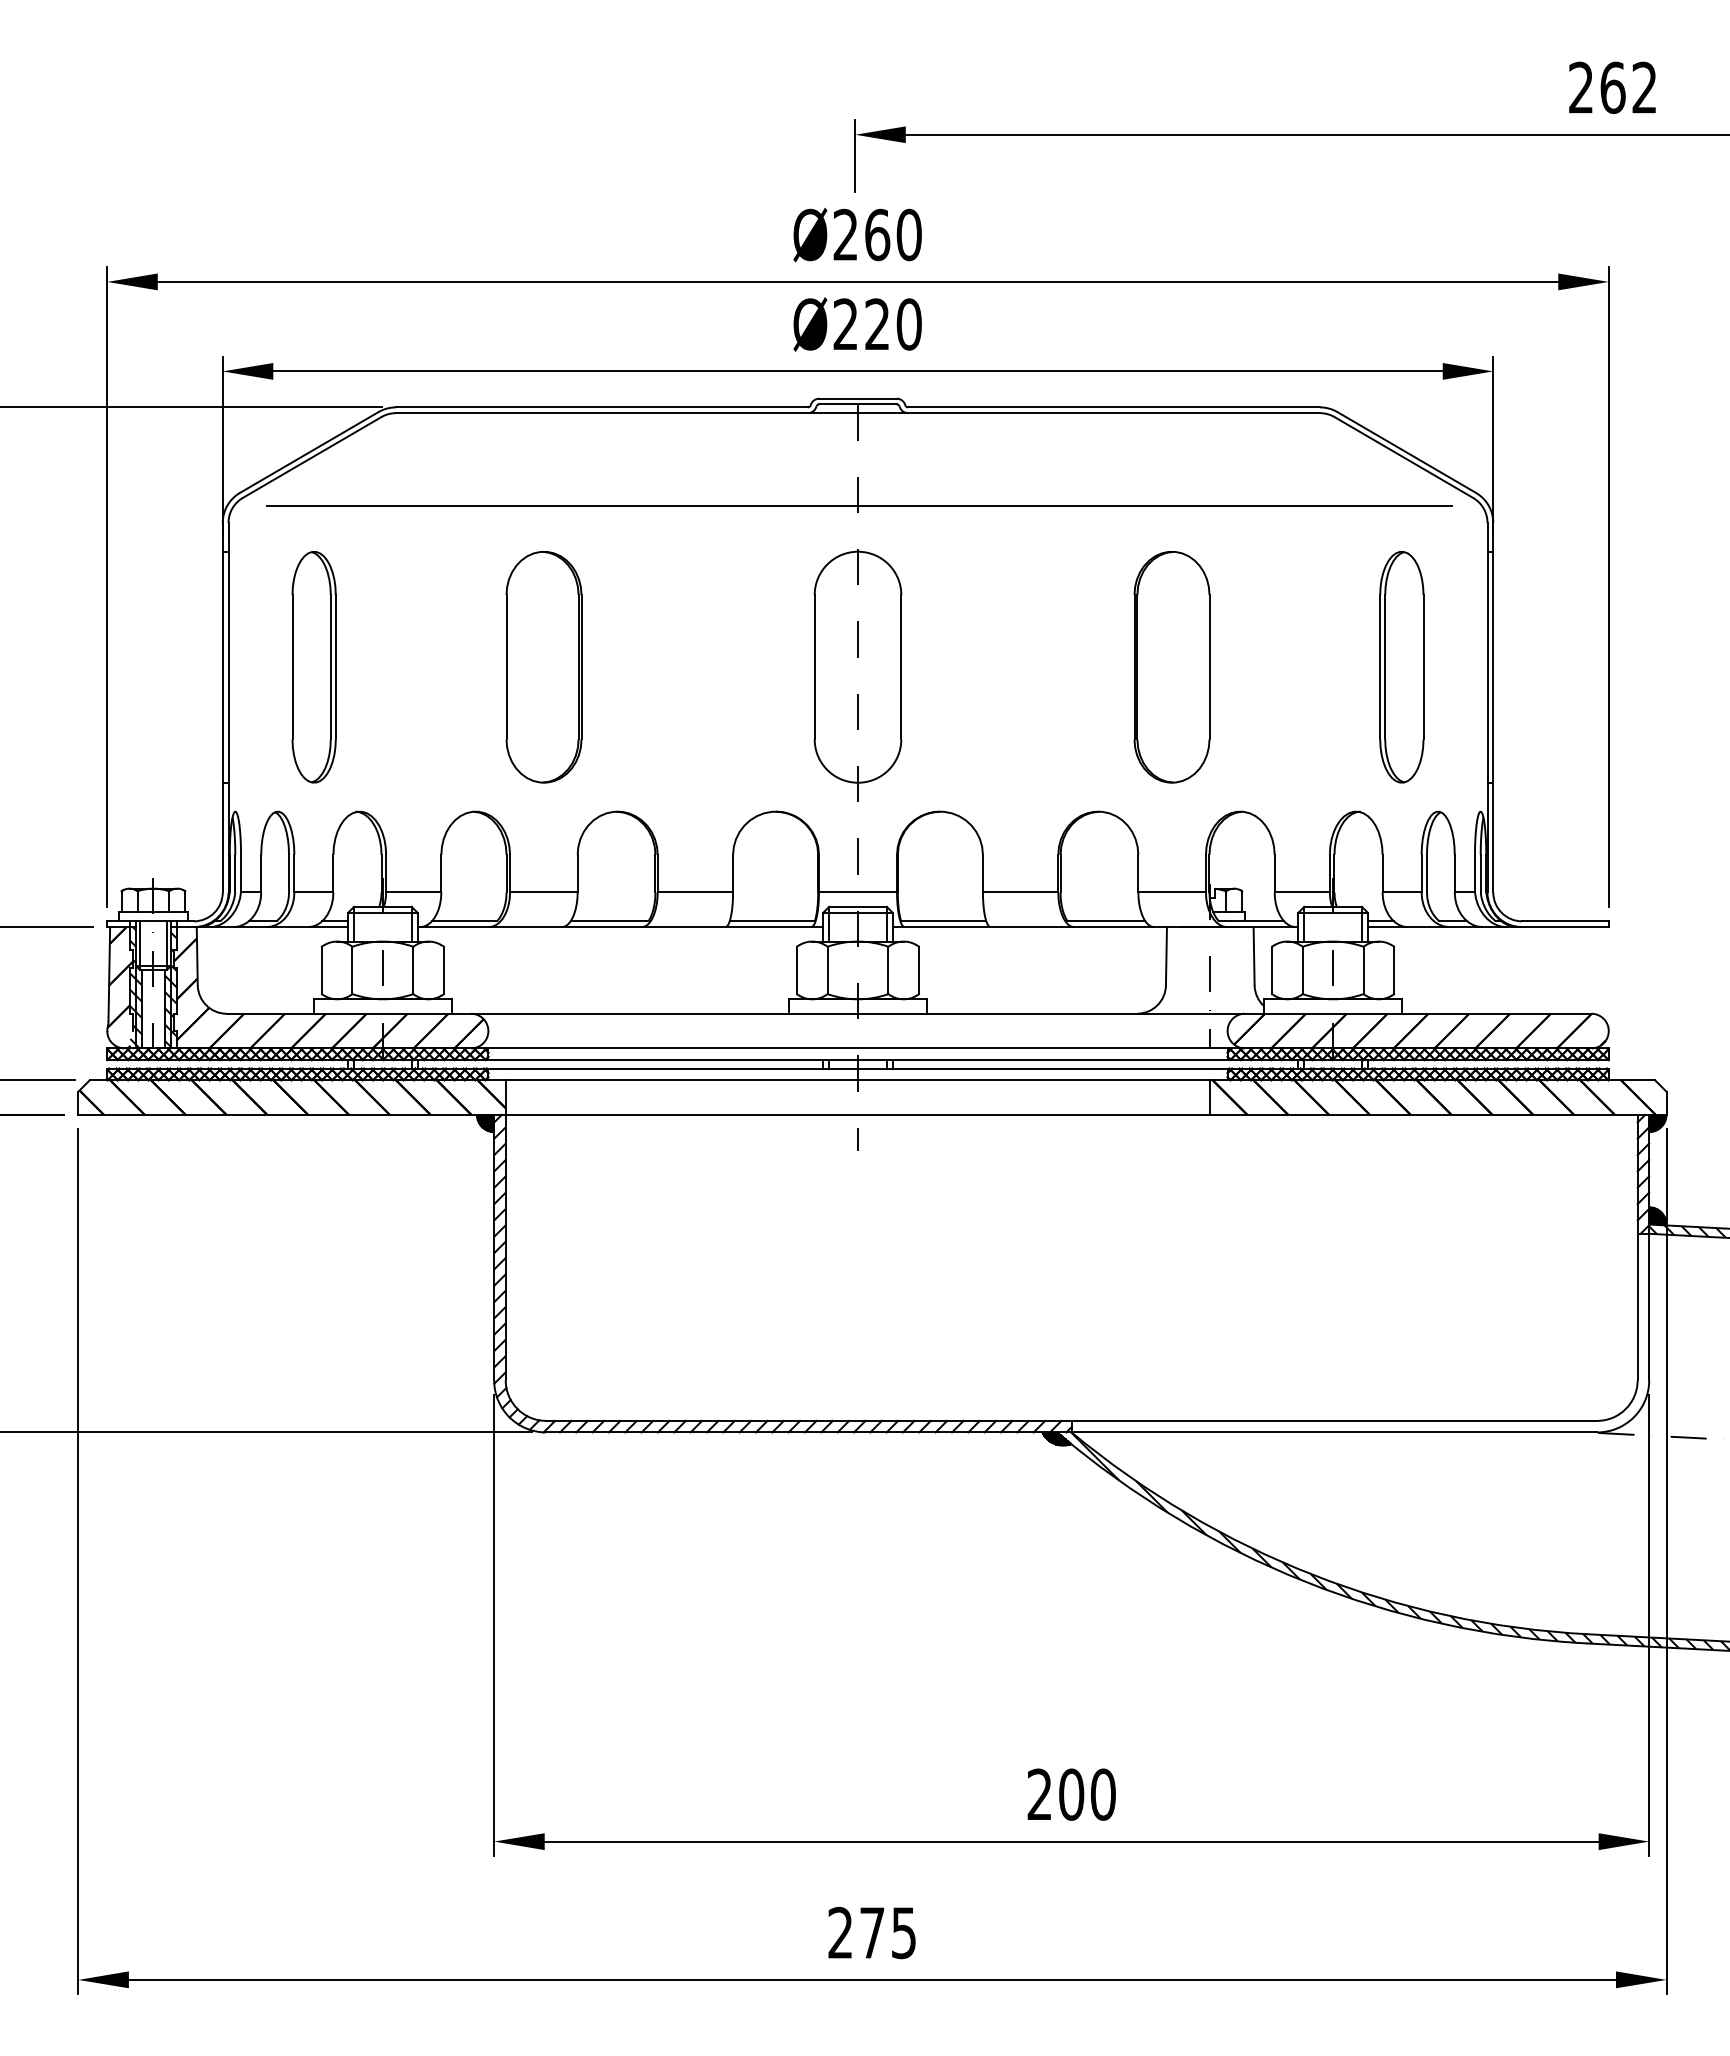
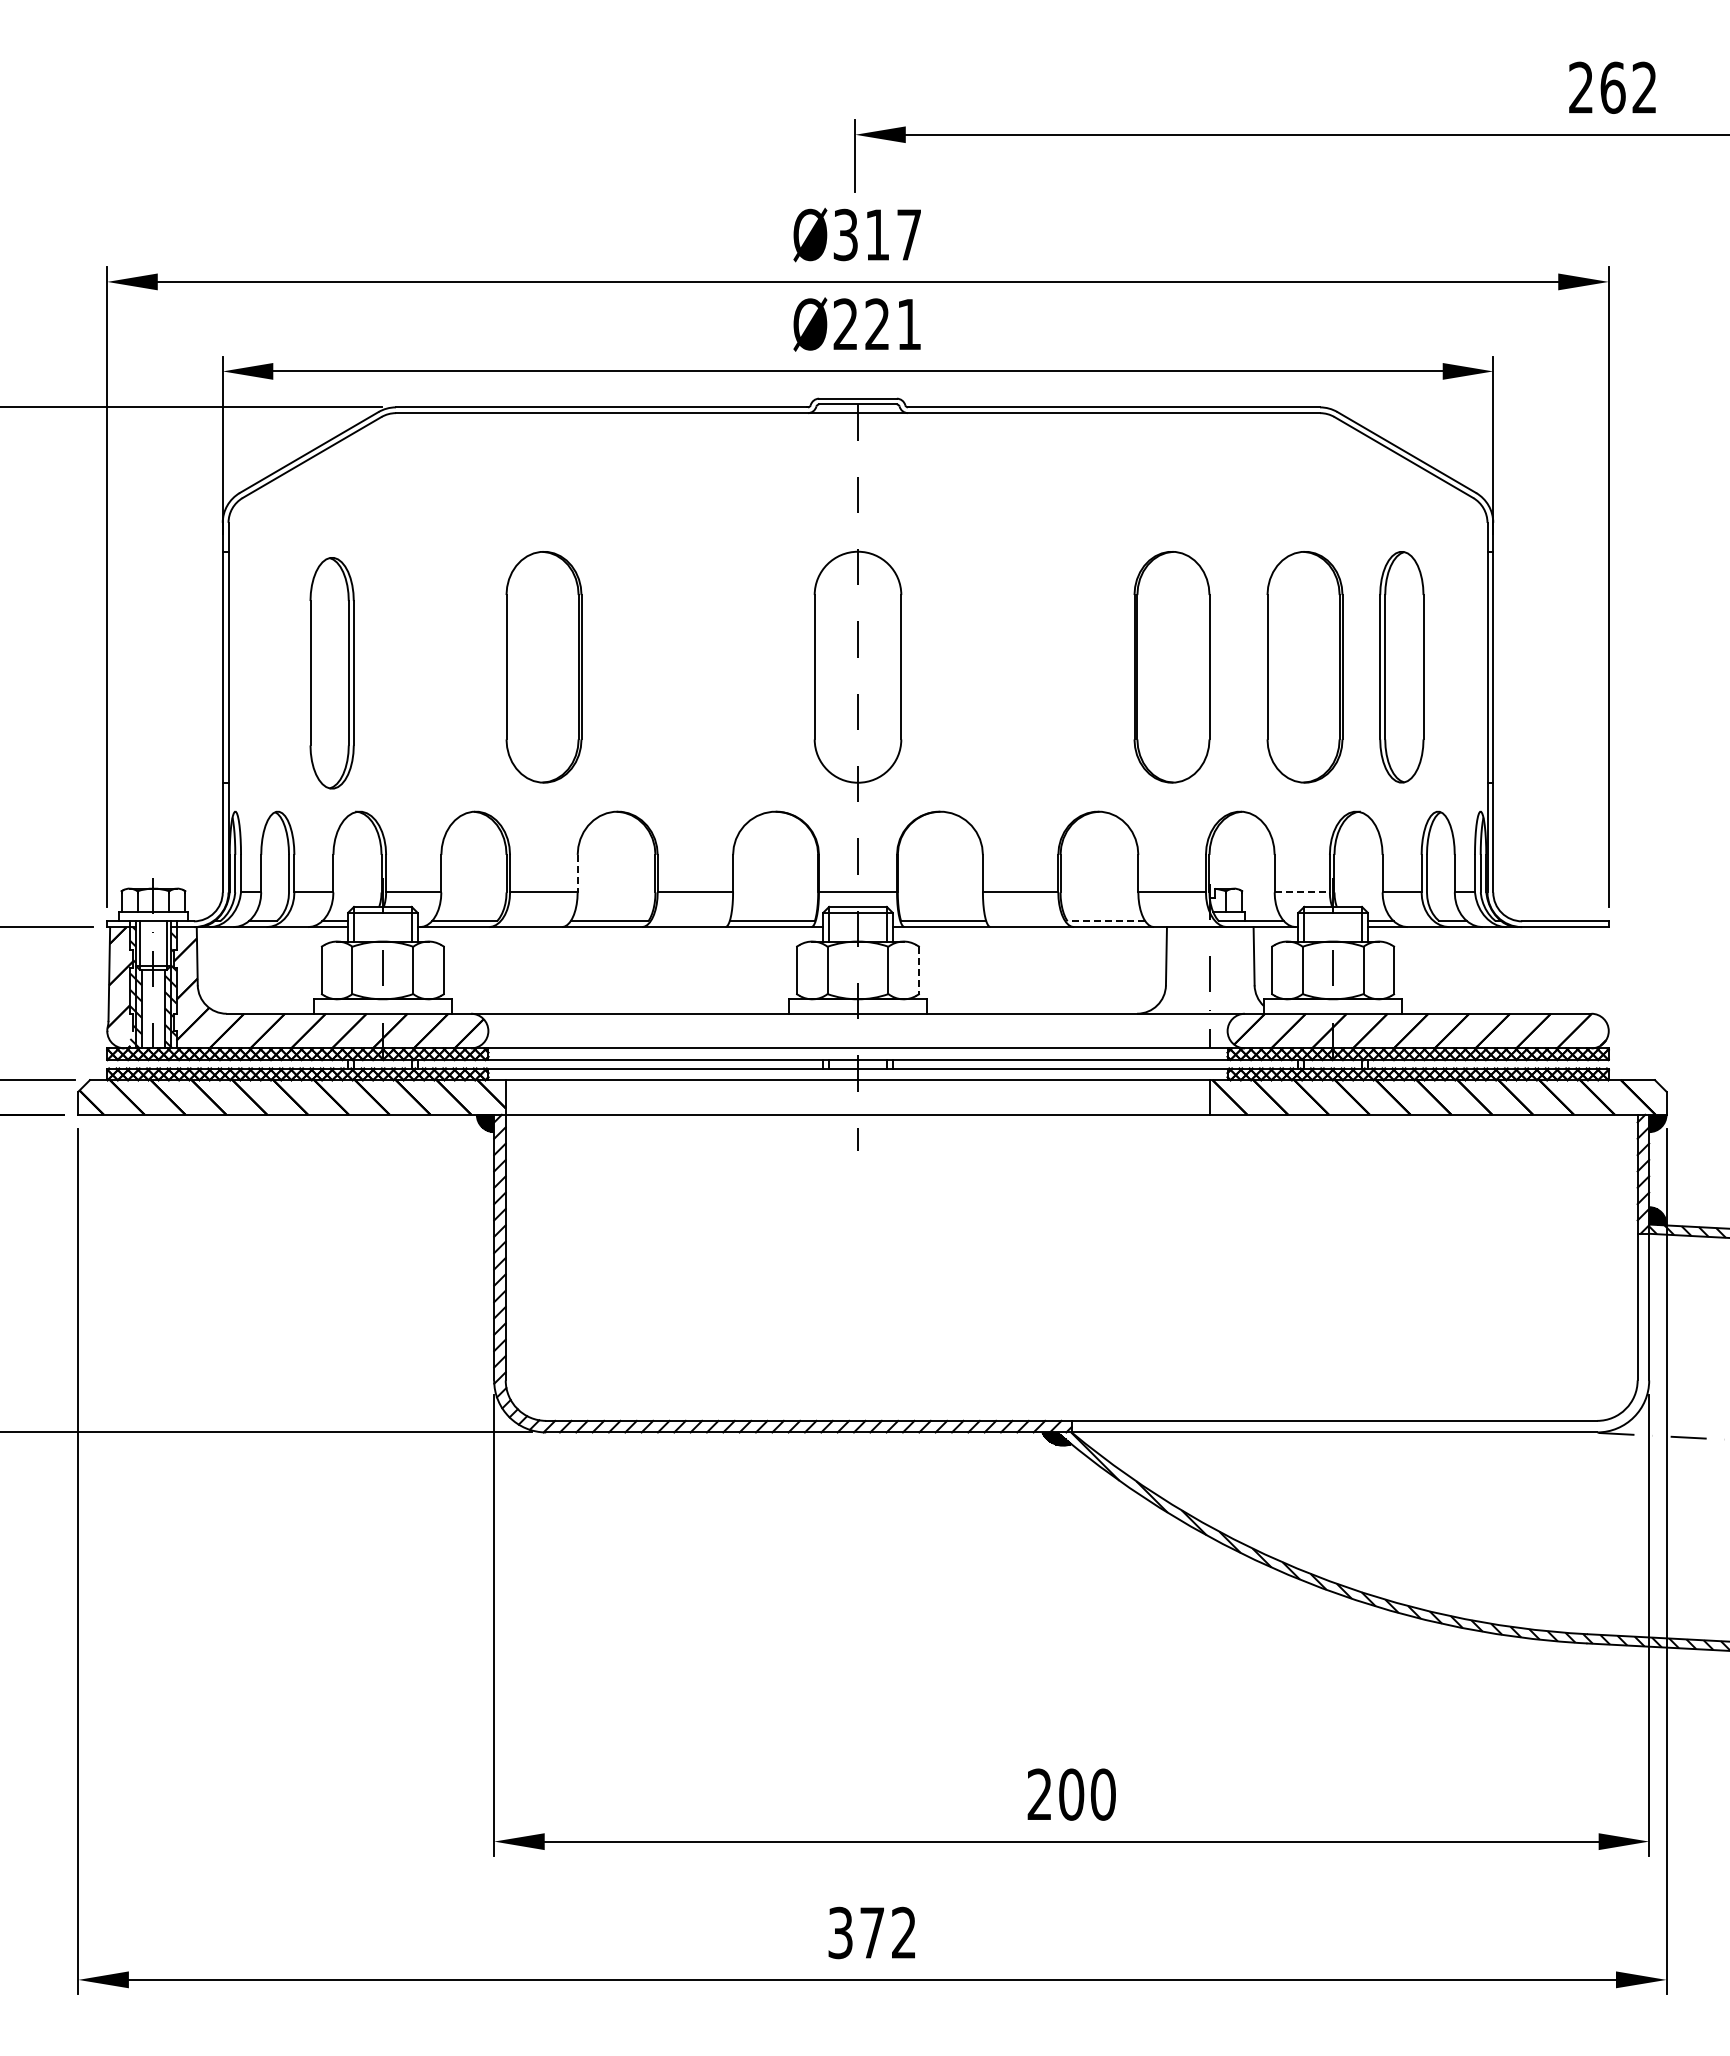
text at (877, 234): Ø260 -> Ø317
text at (908, 324): Ø220 -> Ø221
line at (859, 505): present -> none
part at (313, 667) position: (313, 667) -> (331, 673)
part at (1304, 667): none -> present
line at (577, 873): solid -> dashed
line at (1302, 892): solid -> dashed
line at (1106, 921): solid -> dashed
line at (918, 970): solid -> dashed
text at (871, 1932): 275 -> 372
